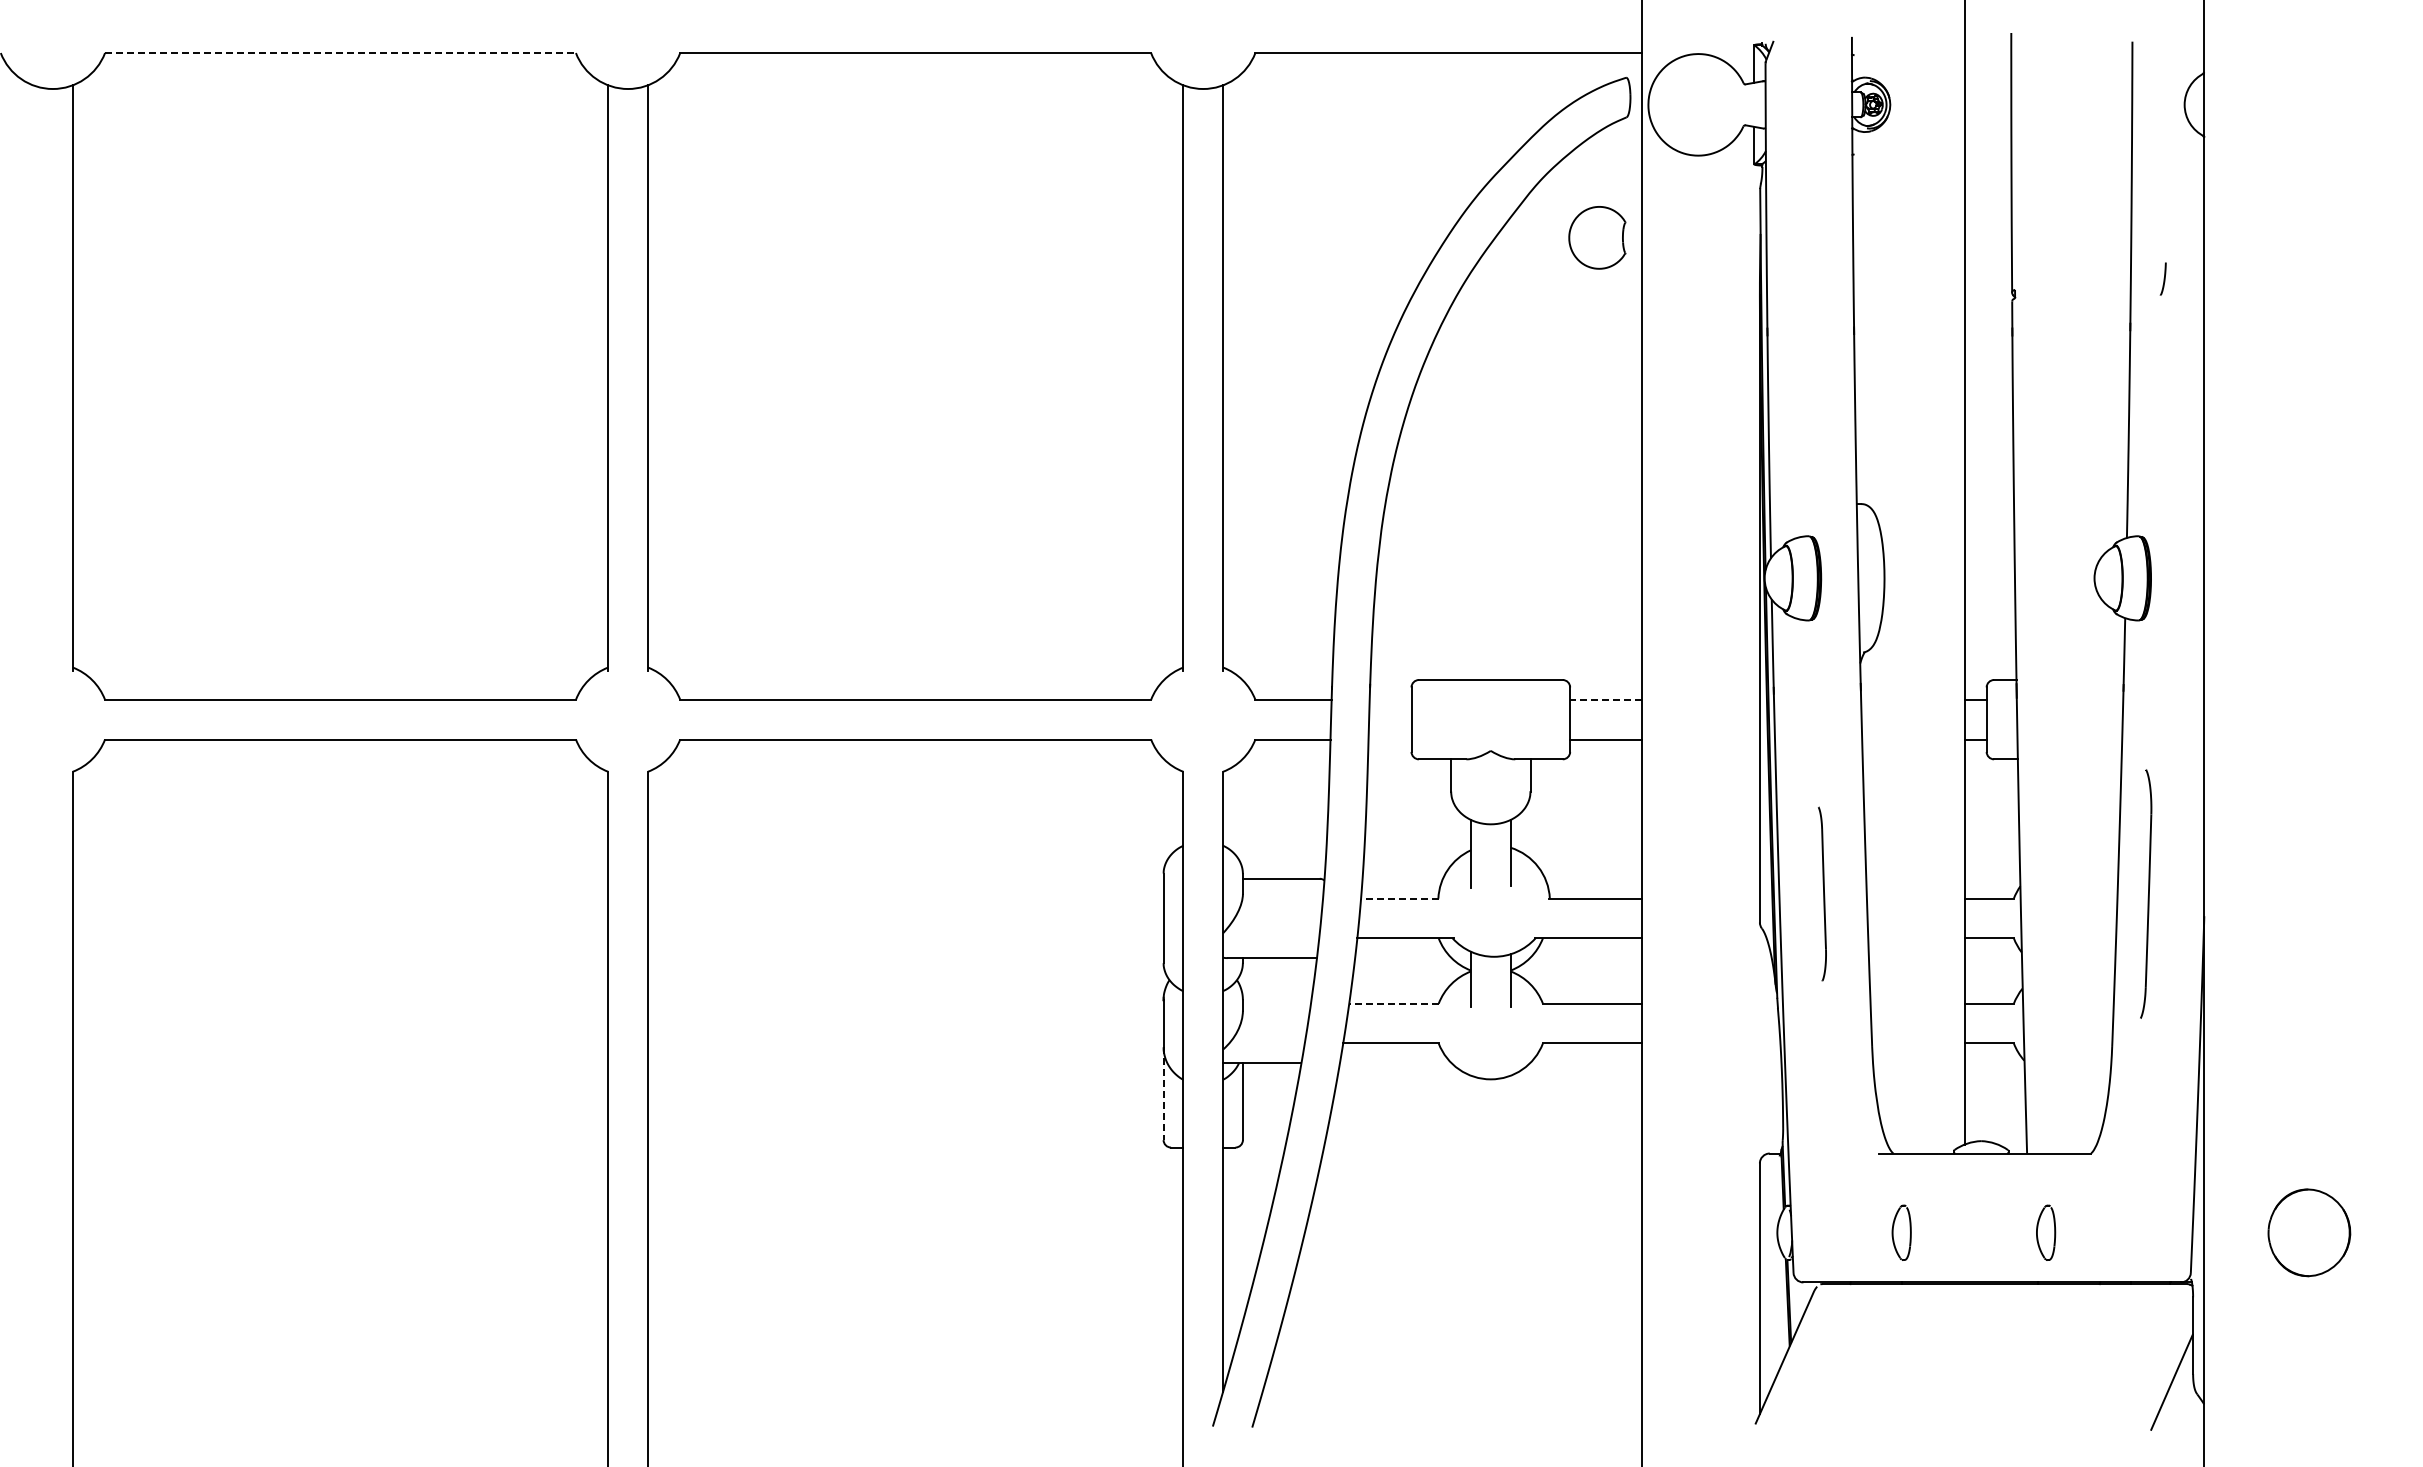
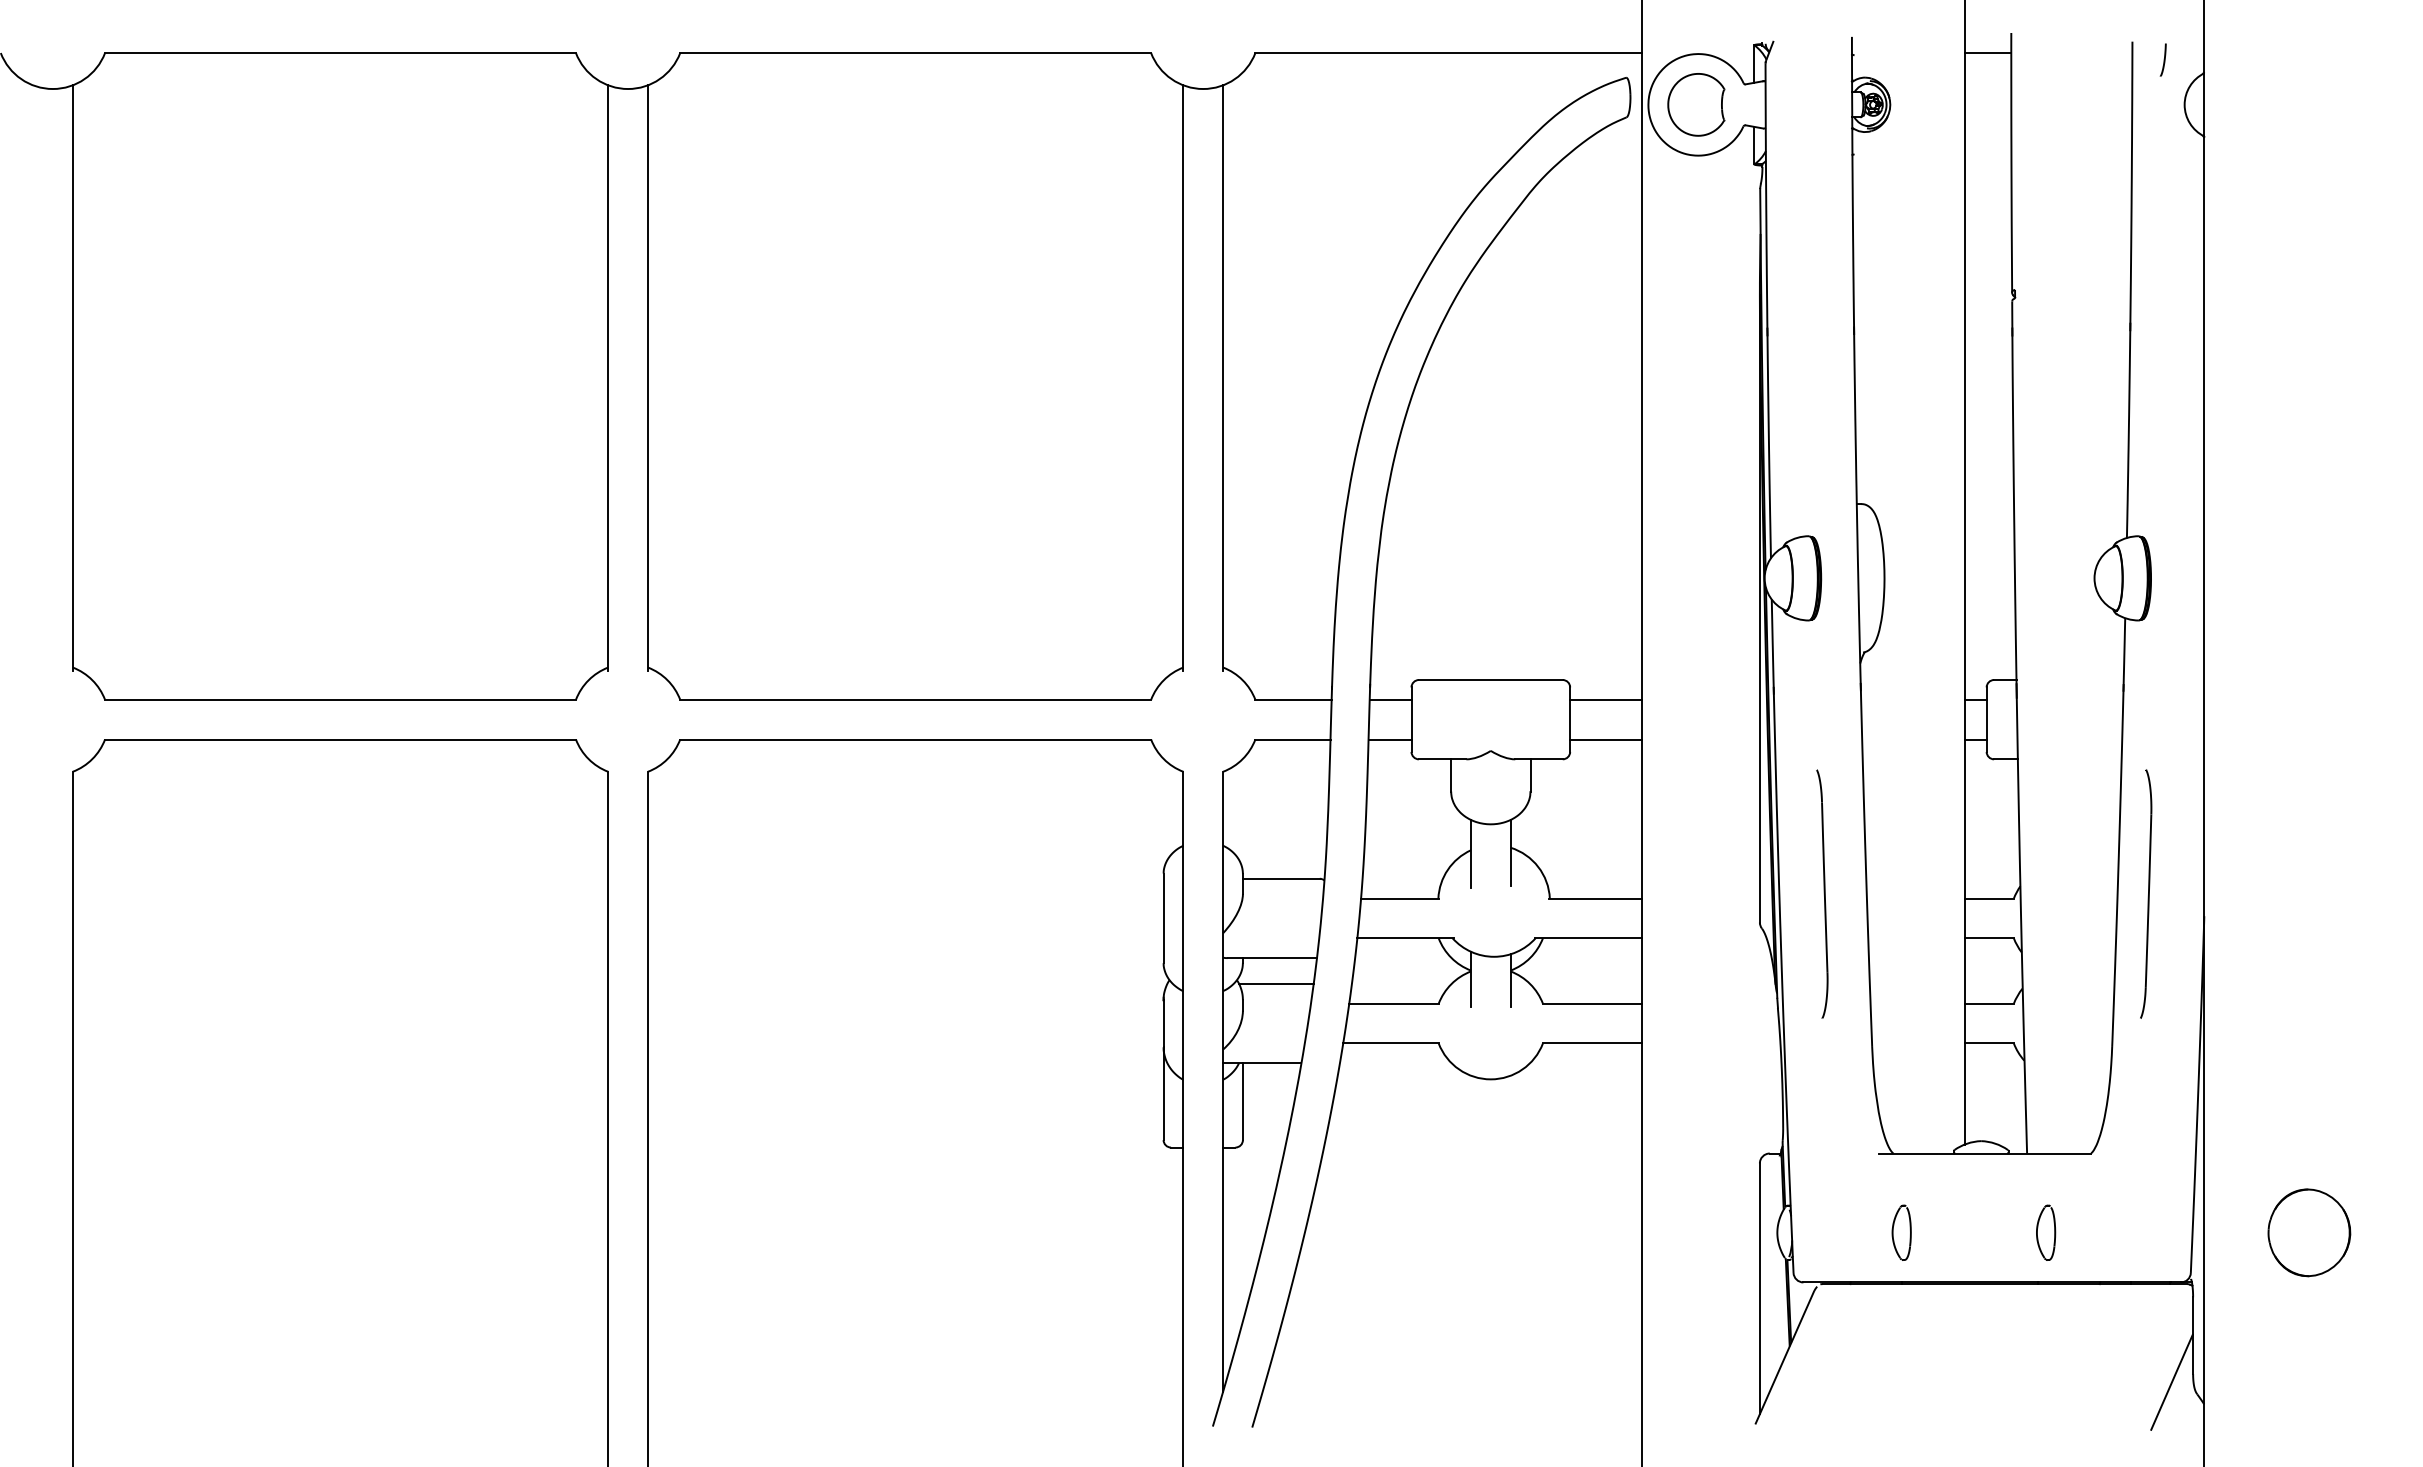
line at (341, 53): dashed -> solid
line at (1987, 53): none -> present
part at (1597, 237) position: (1597, 237) -> (1696, 104)
curve at (2163, 278) position: (2163, 278) -> (2163, 59)
line at (1390, 699): none -> present
line at (1605, 699): dashed -> solid
line at (1389, 739): none -> present
part at (1822, 893) size: 9x176 px -> 13x250 px
line at (1399, 898): dashed -> solid
line at (1276, 983): none -> present
line at (1393, 1003): dashed -> solid
line at (1163, 1093): dashed -> solid
